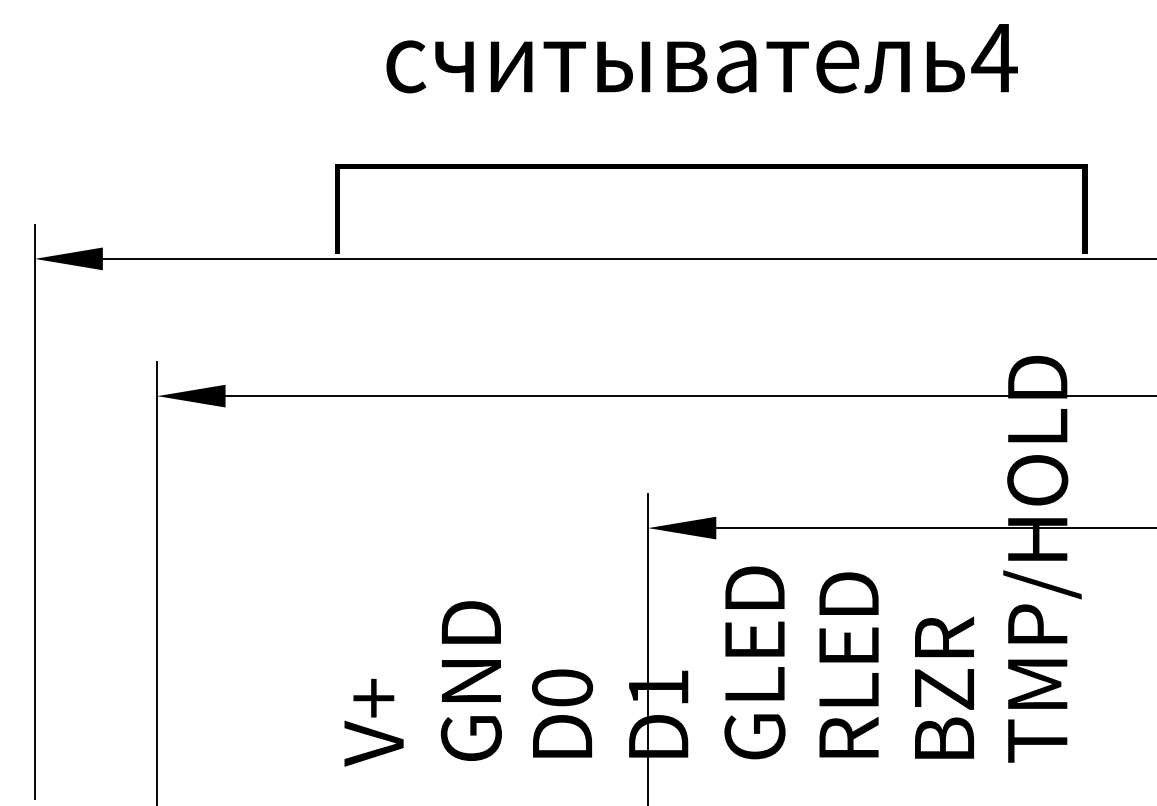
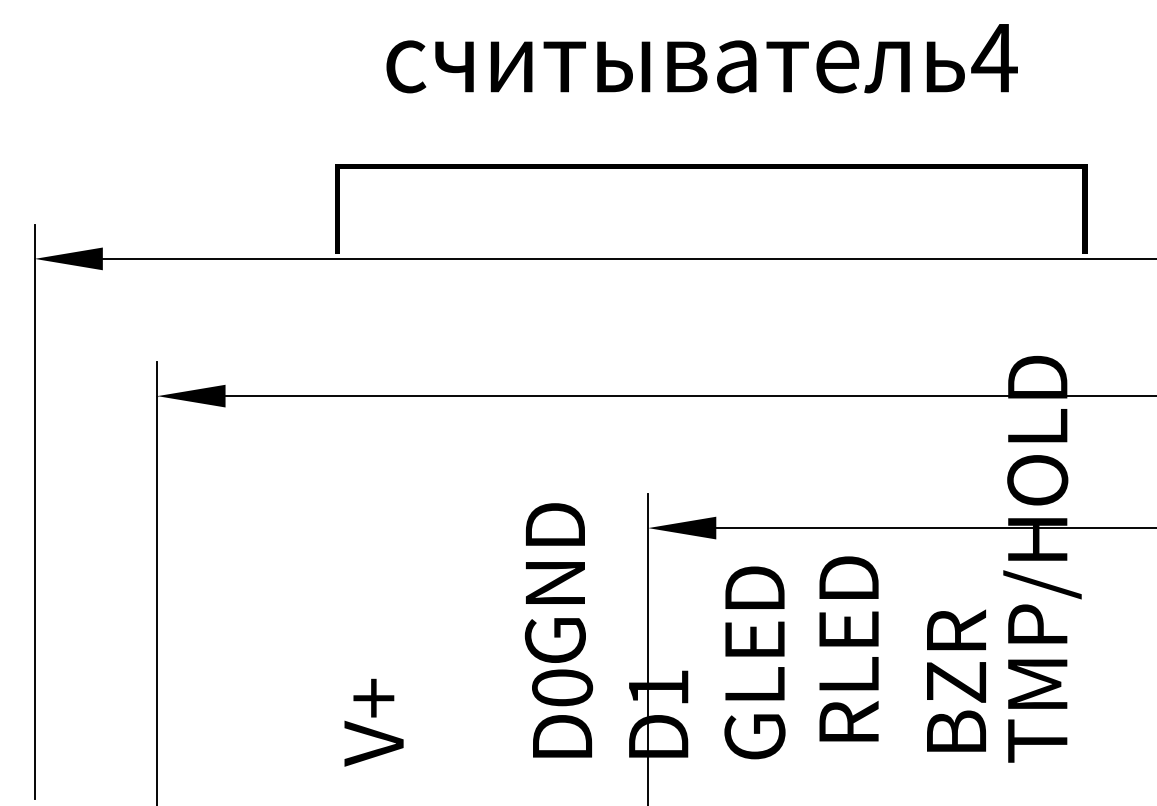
text at (848, 664) position: (848, 664) -> (848, 648)
text at (470, 680) position: (470, 680) -> (554, 582)
text at (944, 687) position: (944, 687) -> (956, 680)
